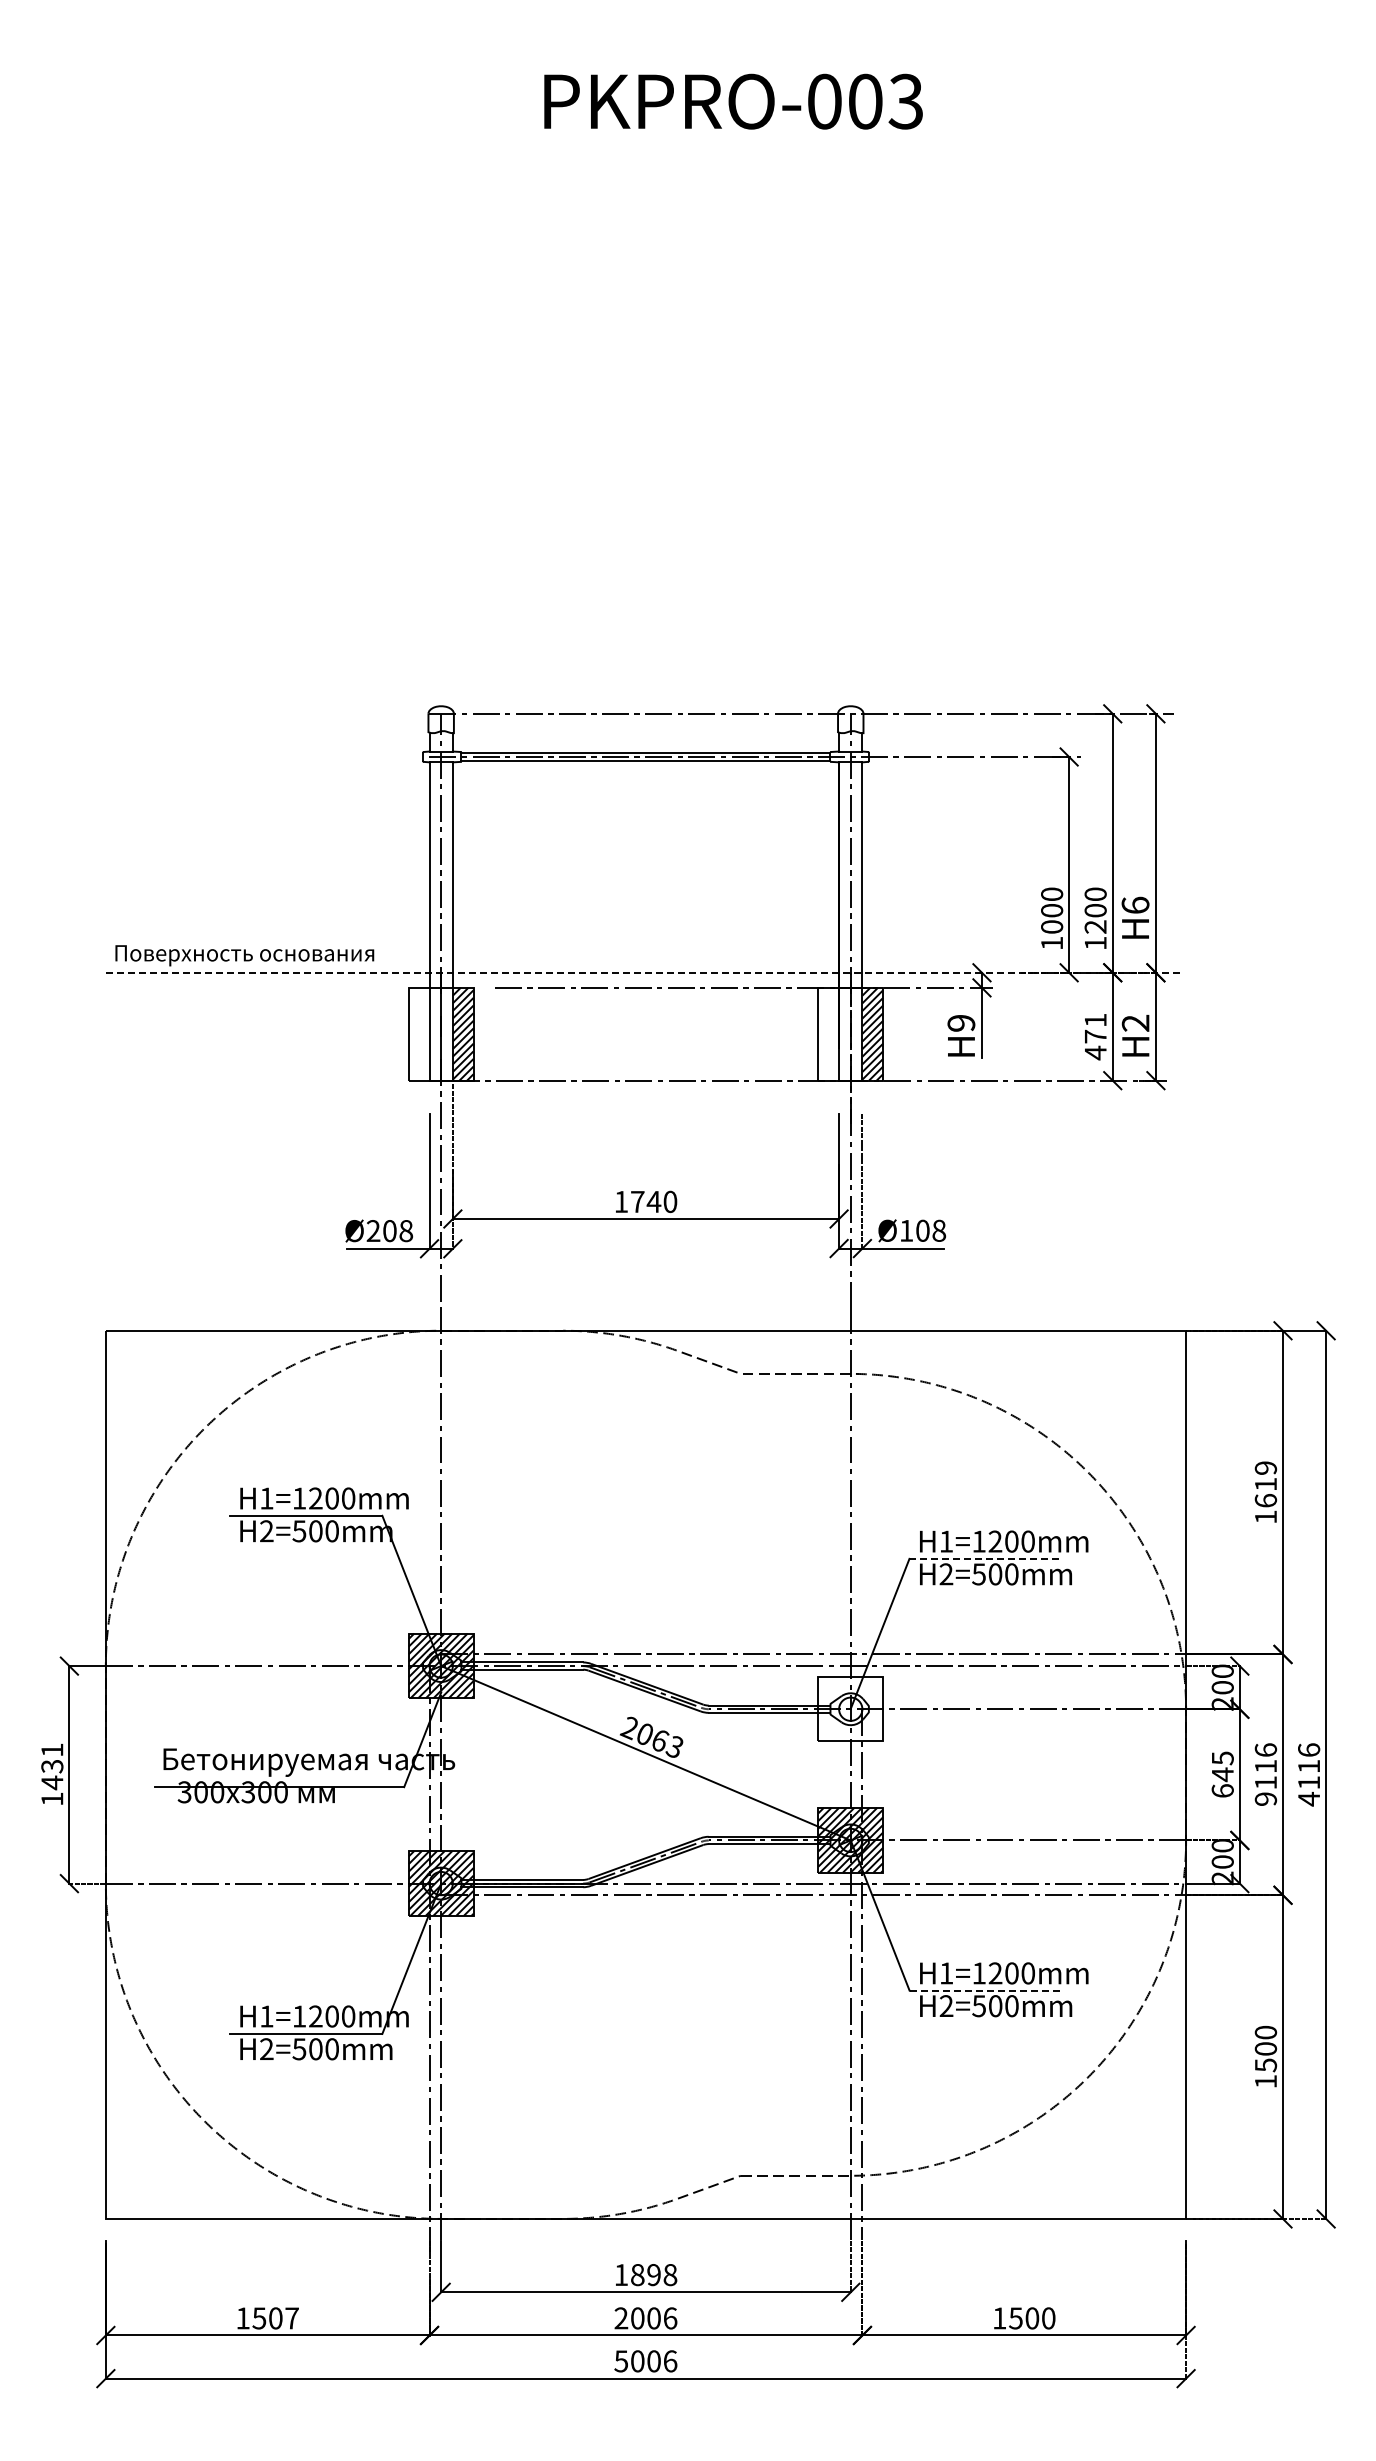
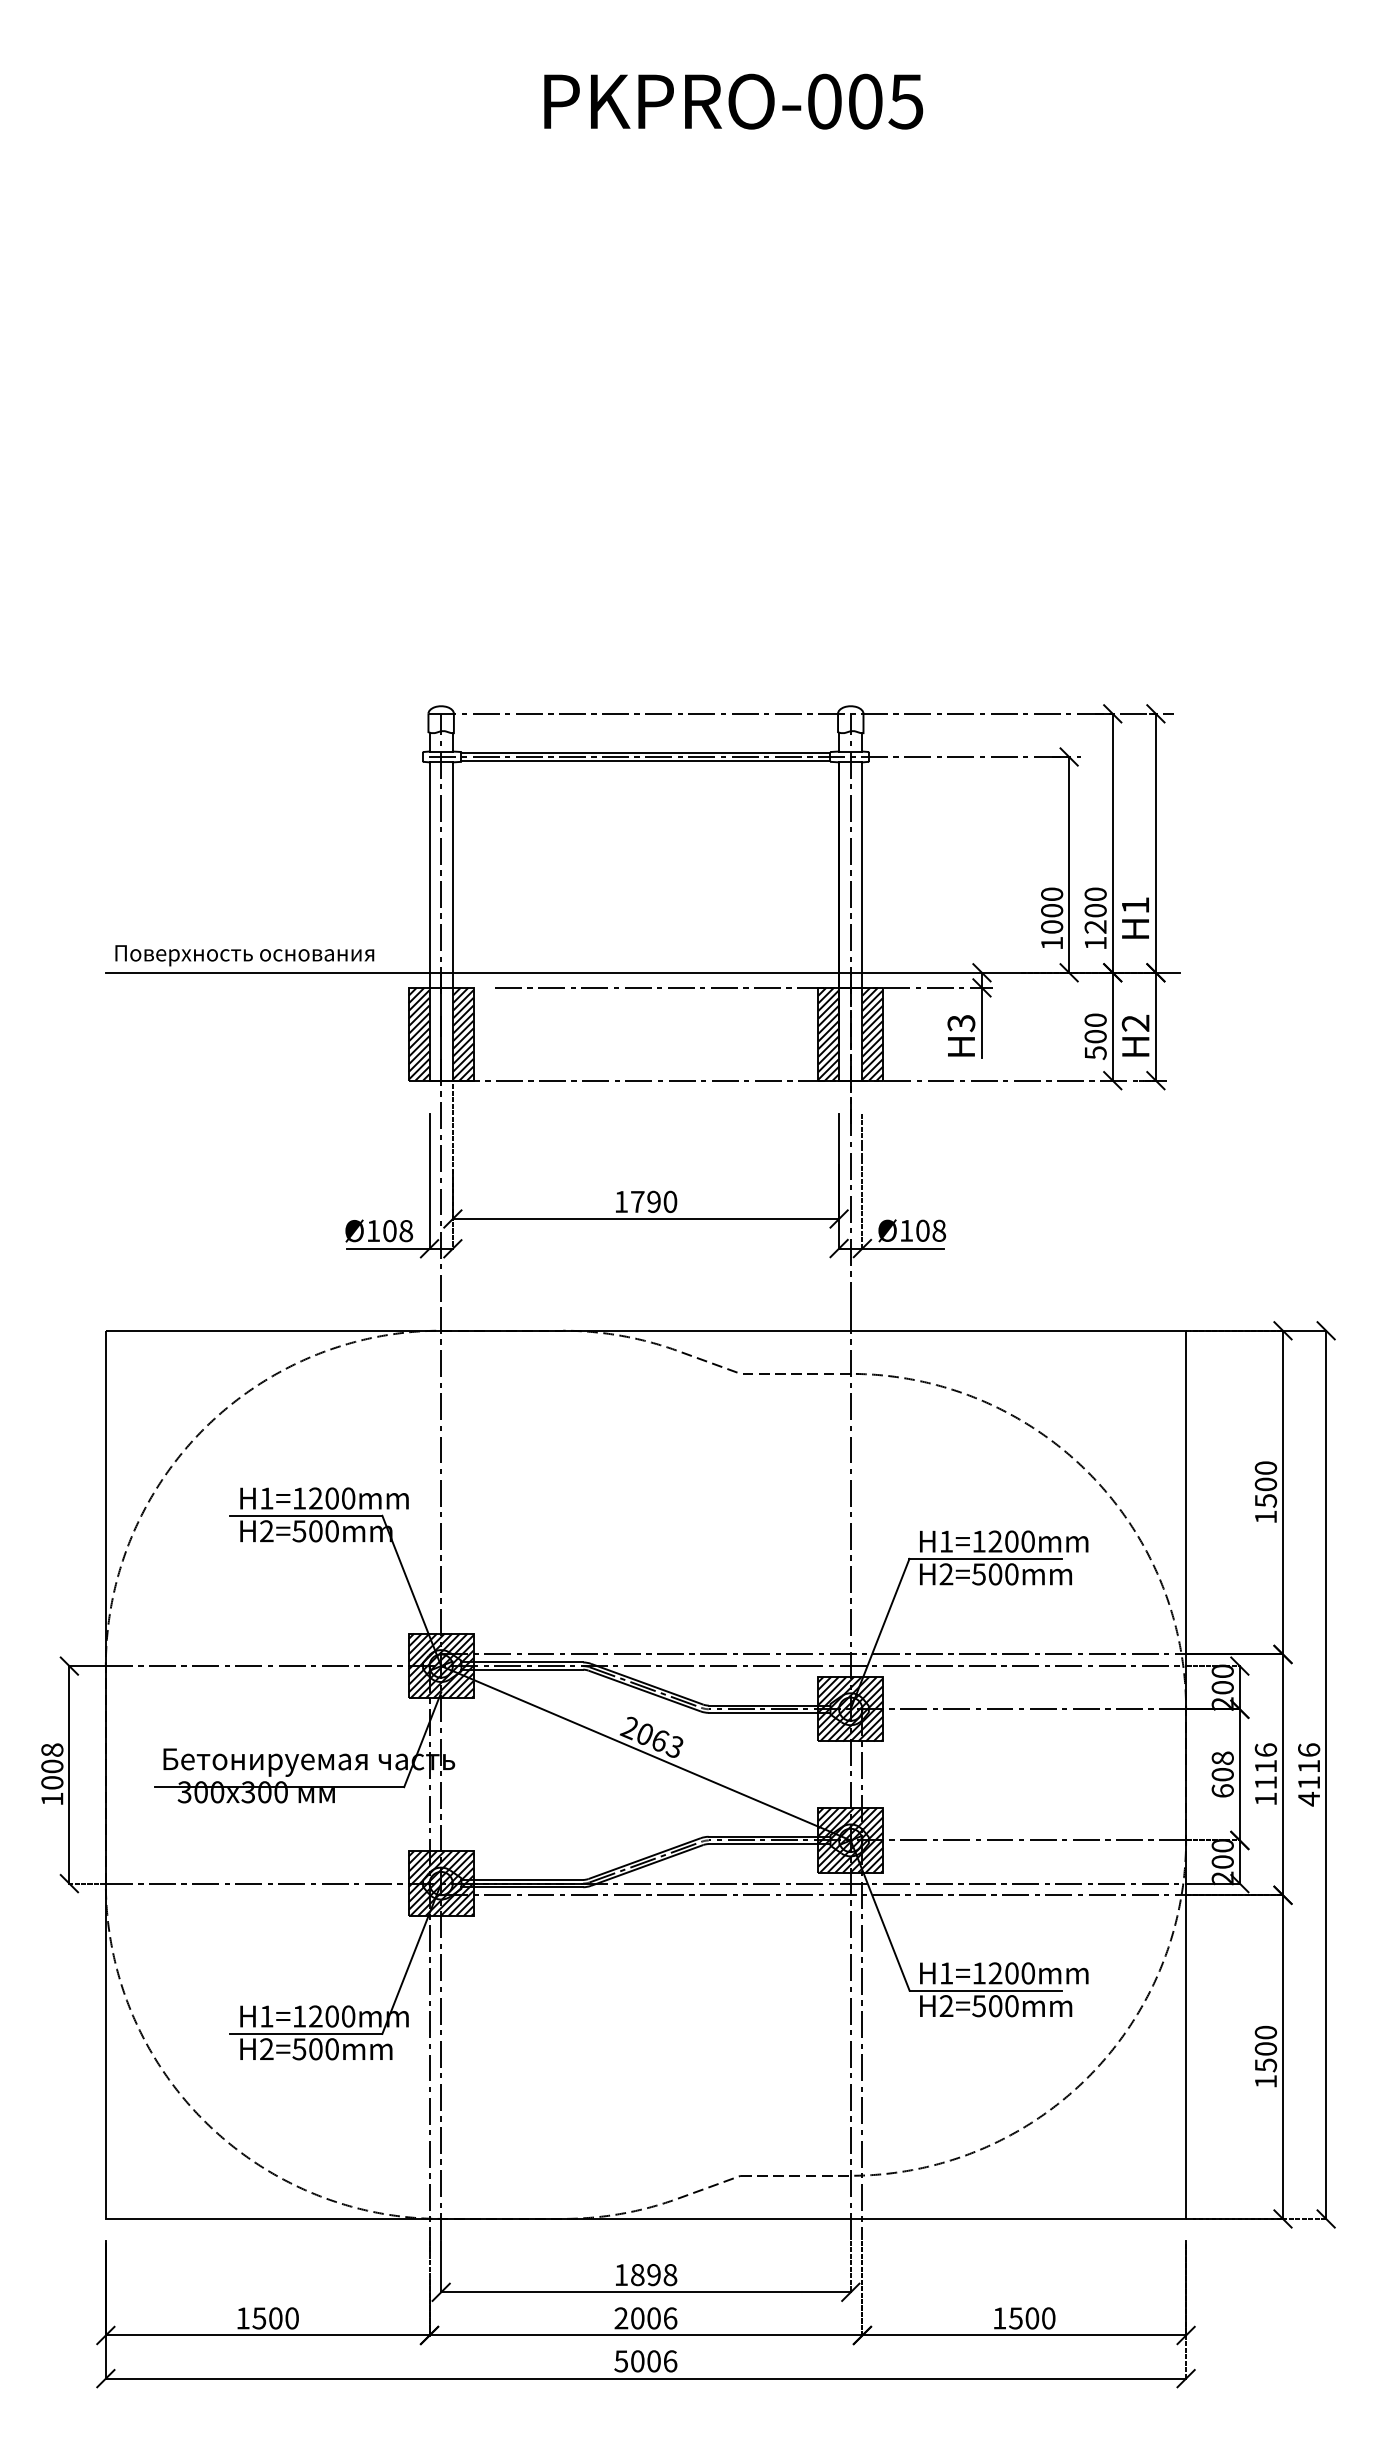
text at (905, 101): PKPRO-003 -> PKPRO-005
text at (1135, 904): H6 -> H1
line at (643, 972): dashed -> solid
text at (961, 1023): H9 -> H3
hatch at (418, 1033): none -> present
hatch at (828, 1033): none -> present
text at (1095, 1036): 471 -> 500
text at (653, 1201): 1740 -> 1790
text at (373, 1230): Ø208 -> Ø108
text at (1265, 1484): 1619 -> 1500
line at (986, 1558): dashed -> solid
hatch at (850, 1708): none -> present
text at (52, 1766): 1431 -> 1008
text at (1222, 1766): 645 -> 608
text at (1265, 1798): 9116 -> 1116
line at (986, 1990): dashed -> solid
text at (291, 2318): 1507 -> 1500
